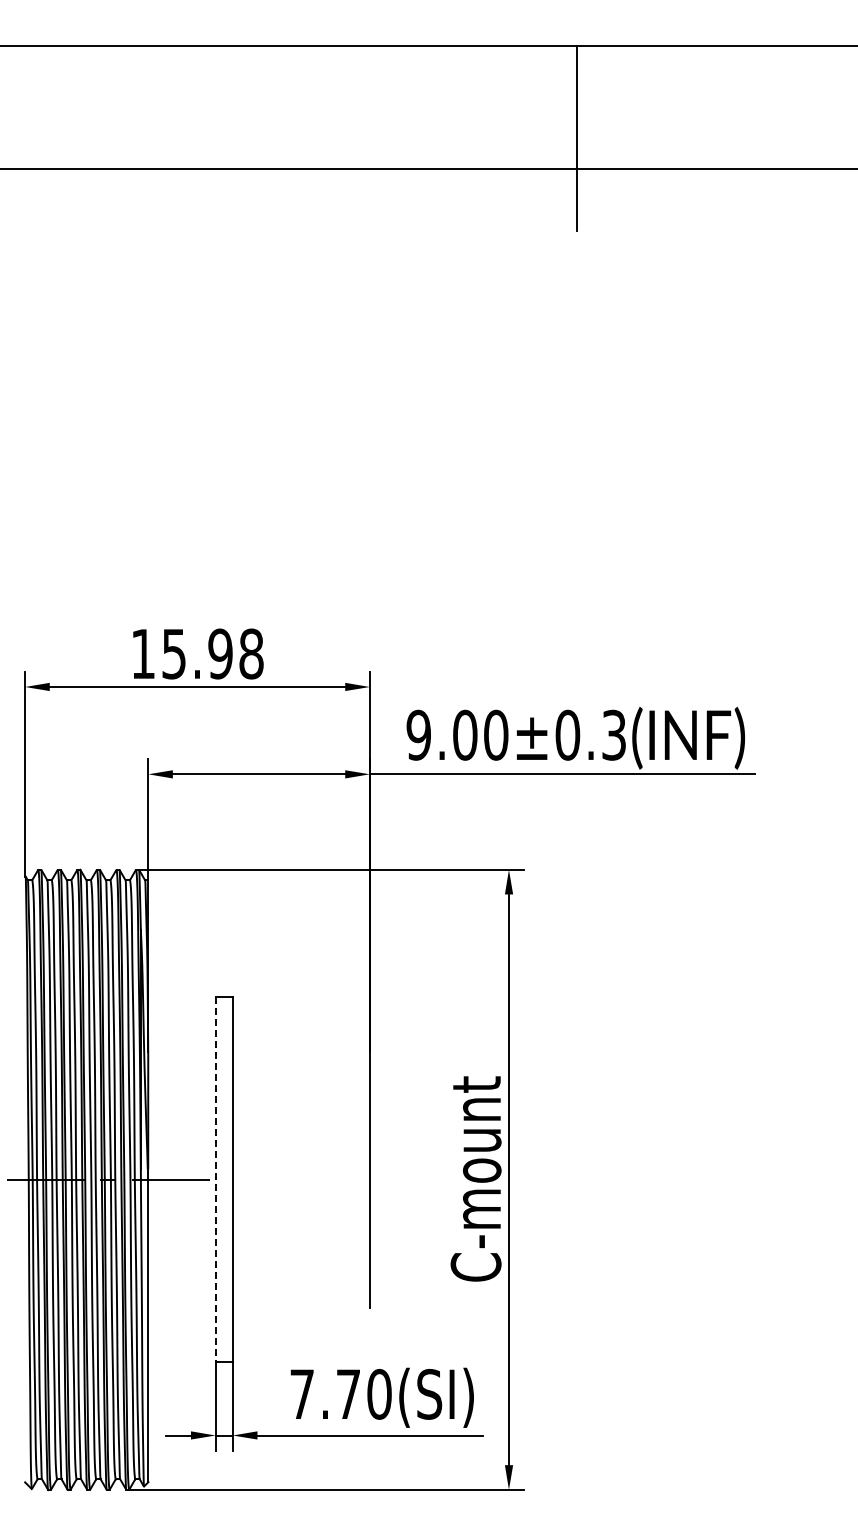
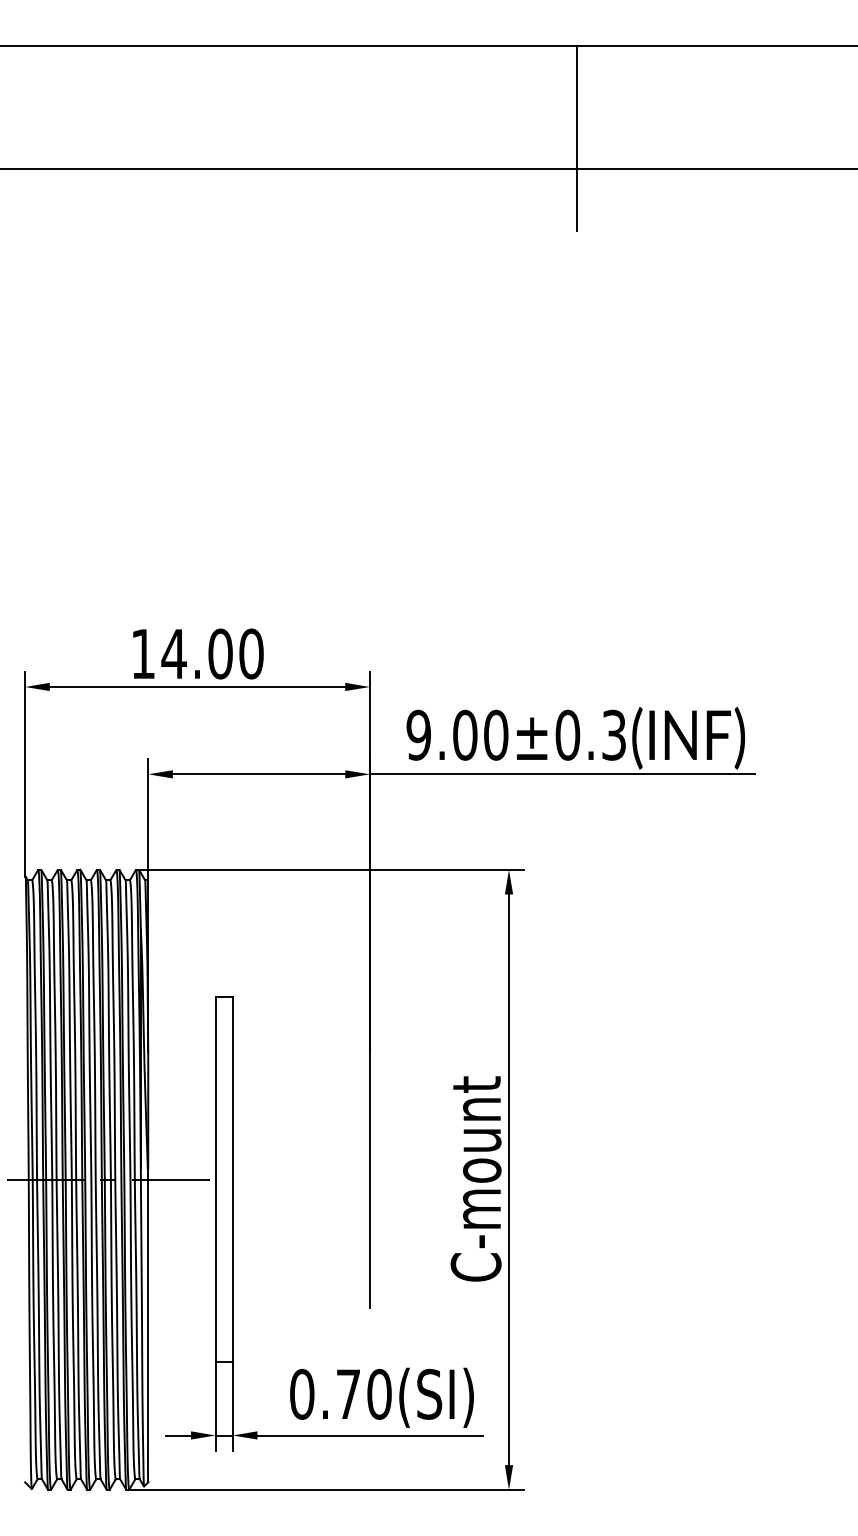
text at (212, 653): 15.98 -> 14.00
line at (215, 1179): dashed -> solid
text at (302, 1393): 7.70(SI) -> 0.70(SI)
